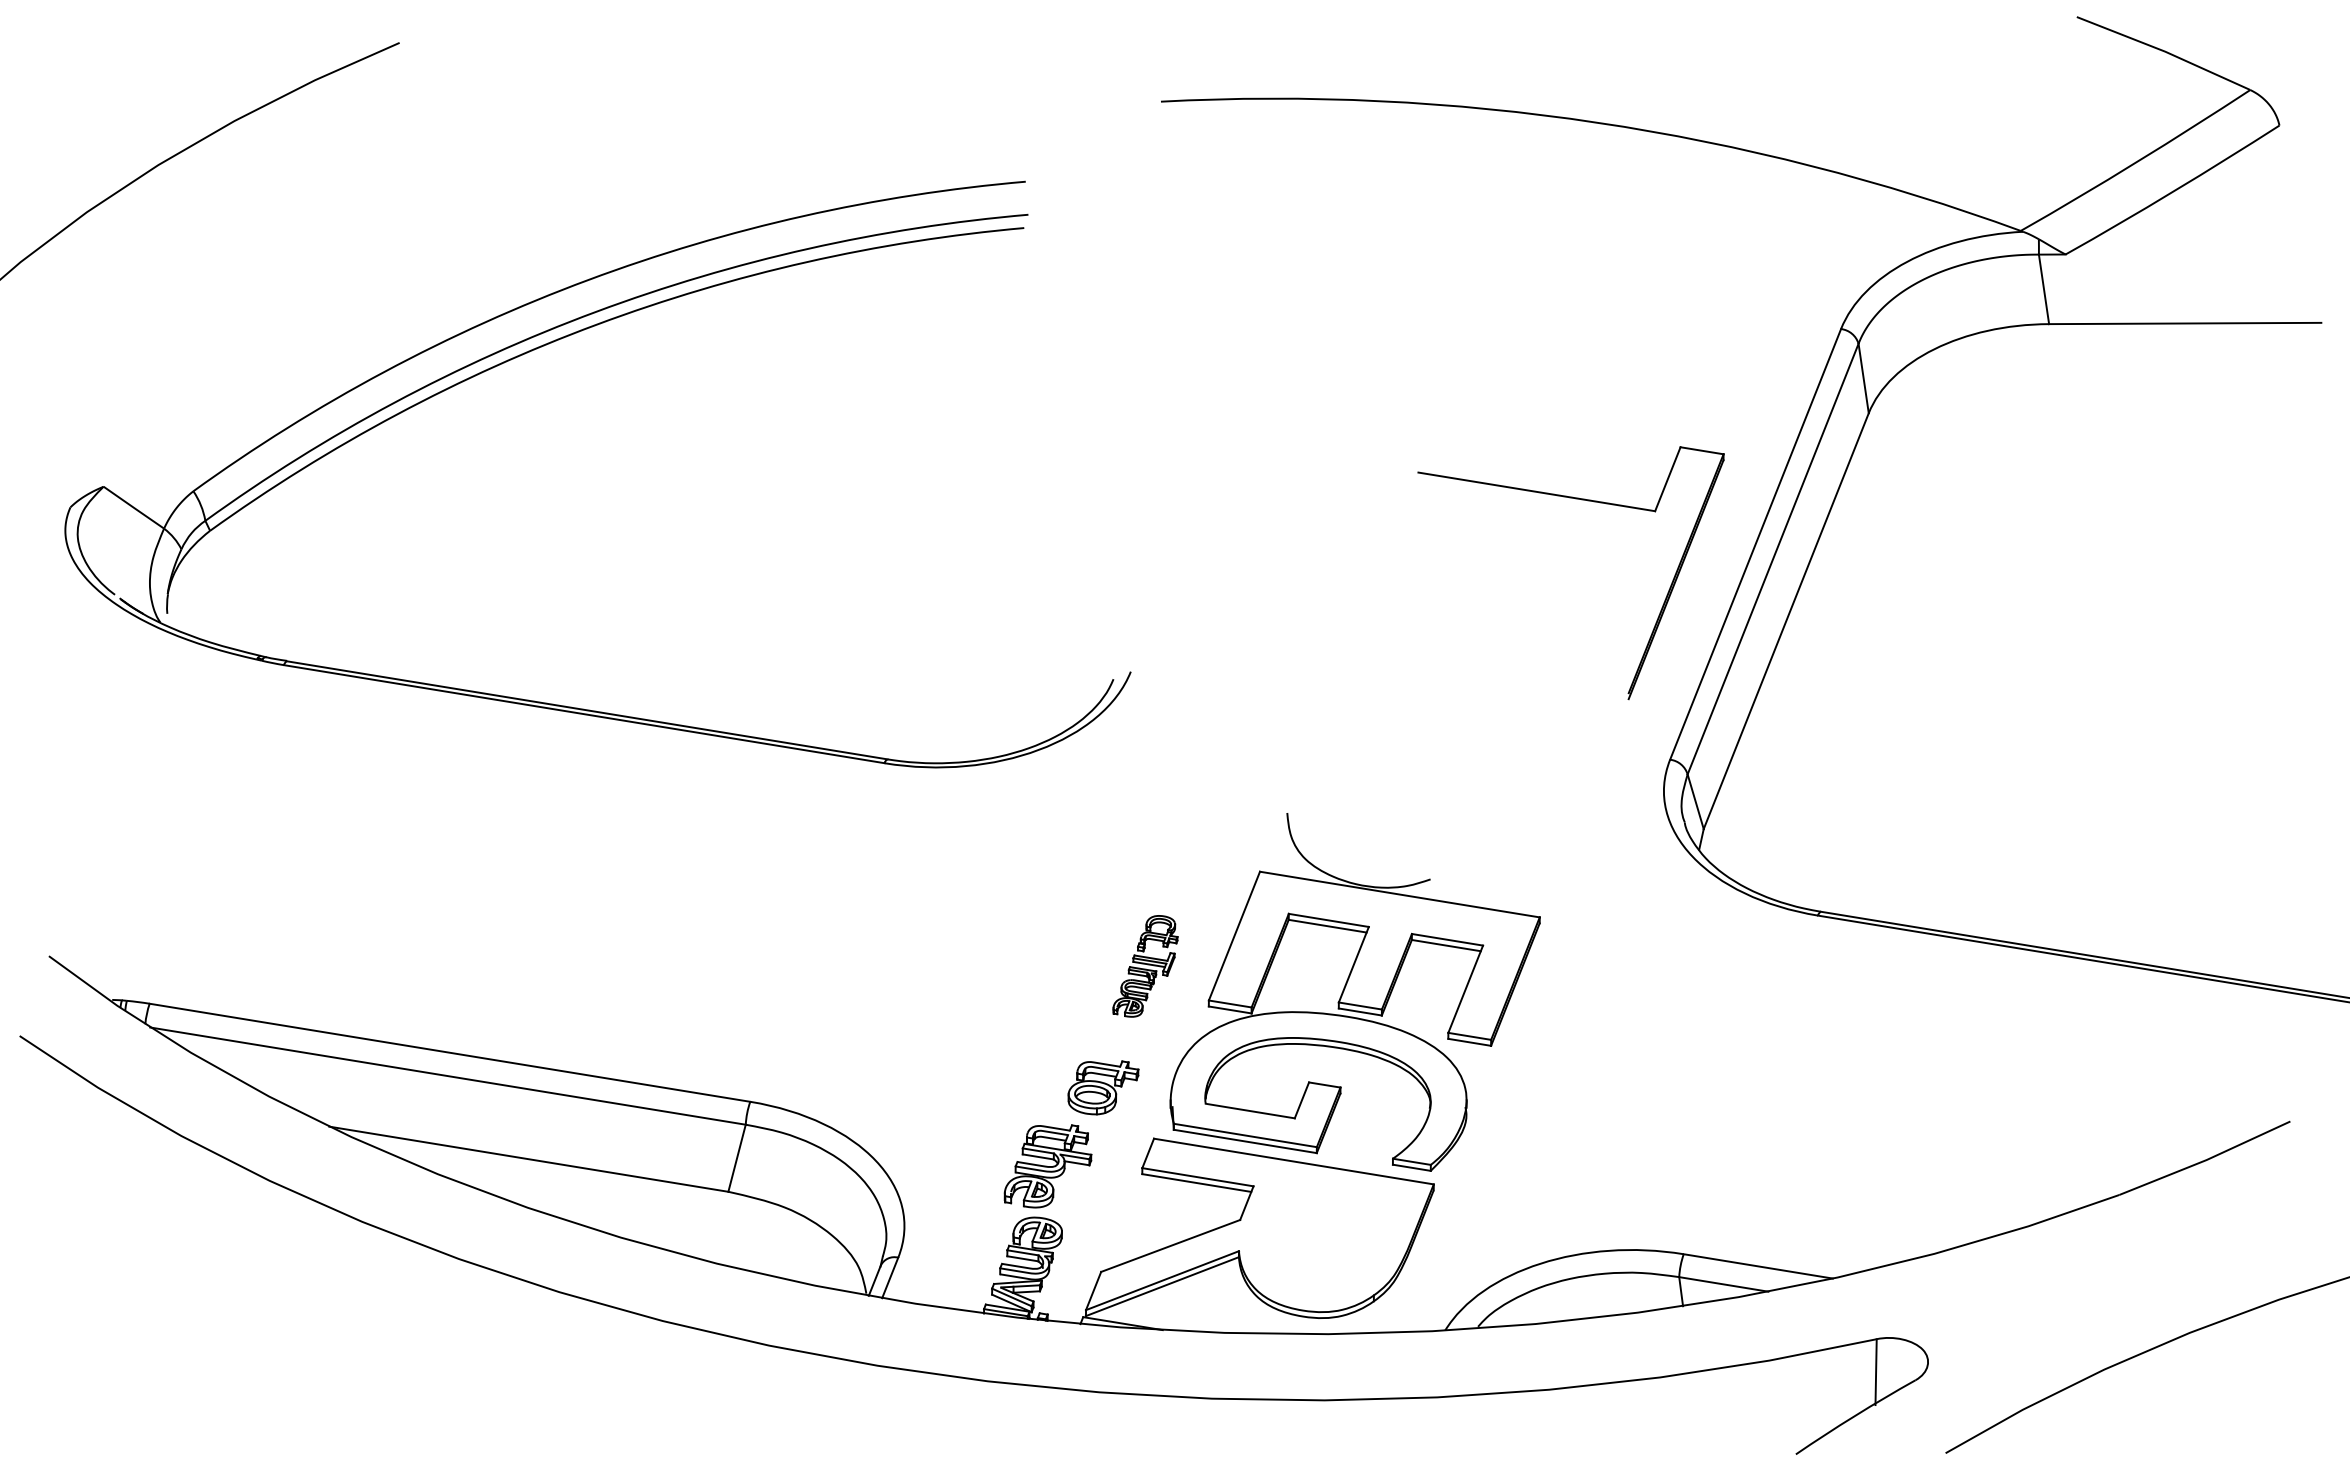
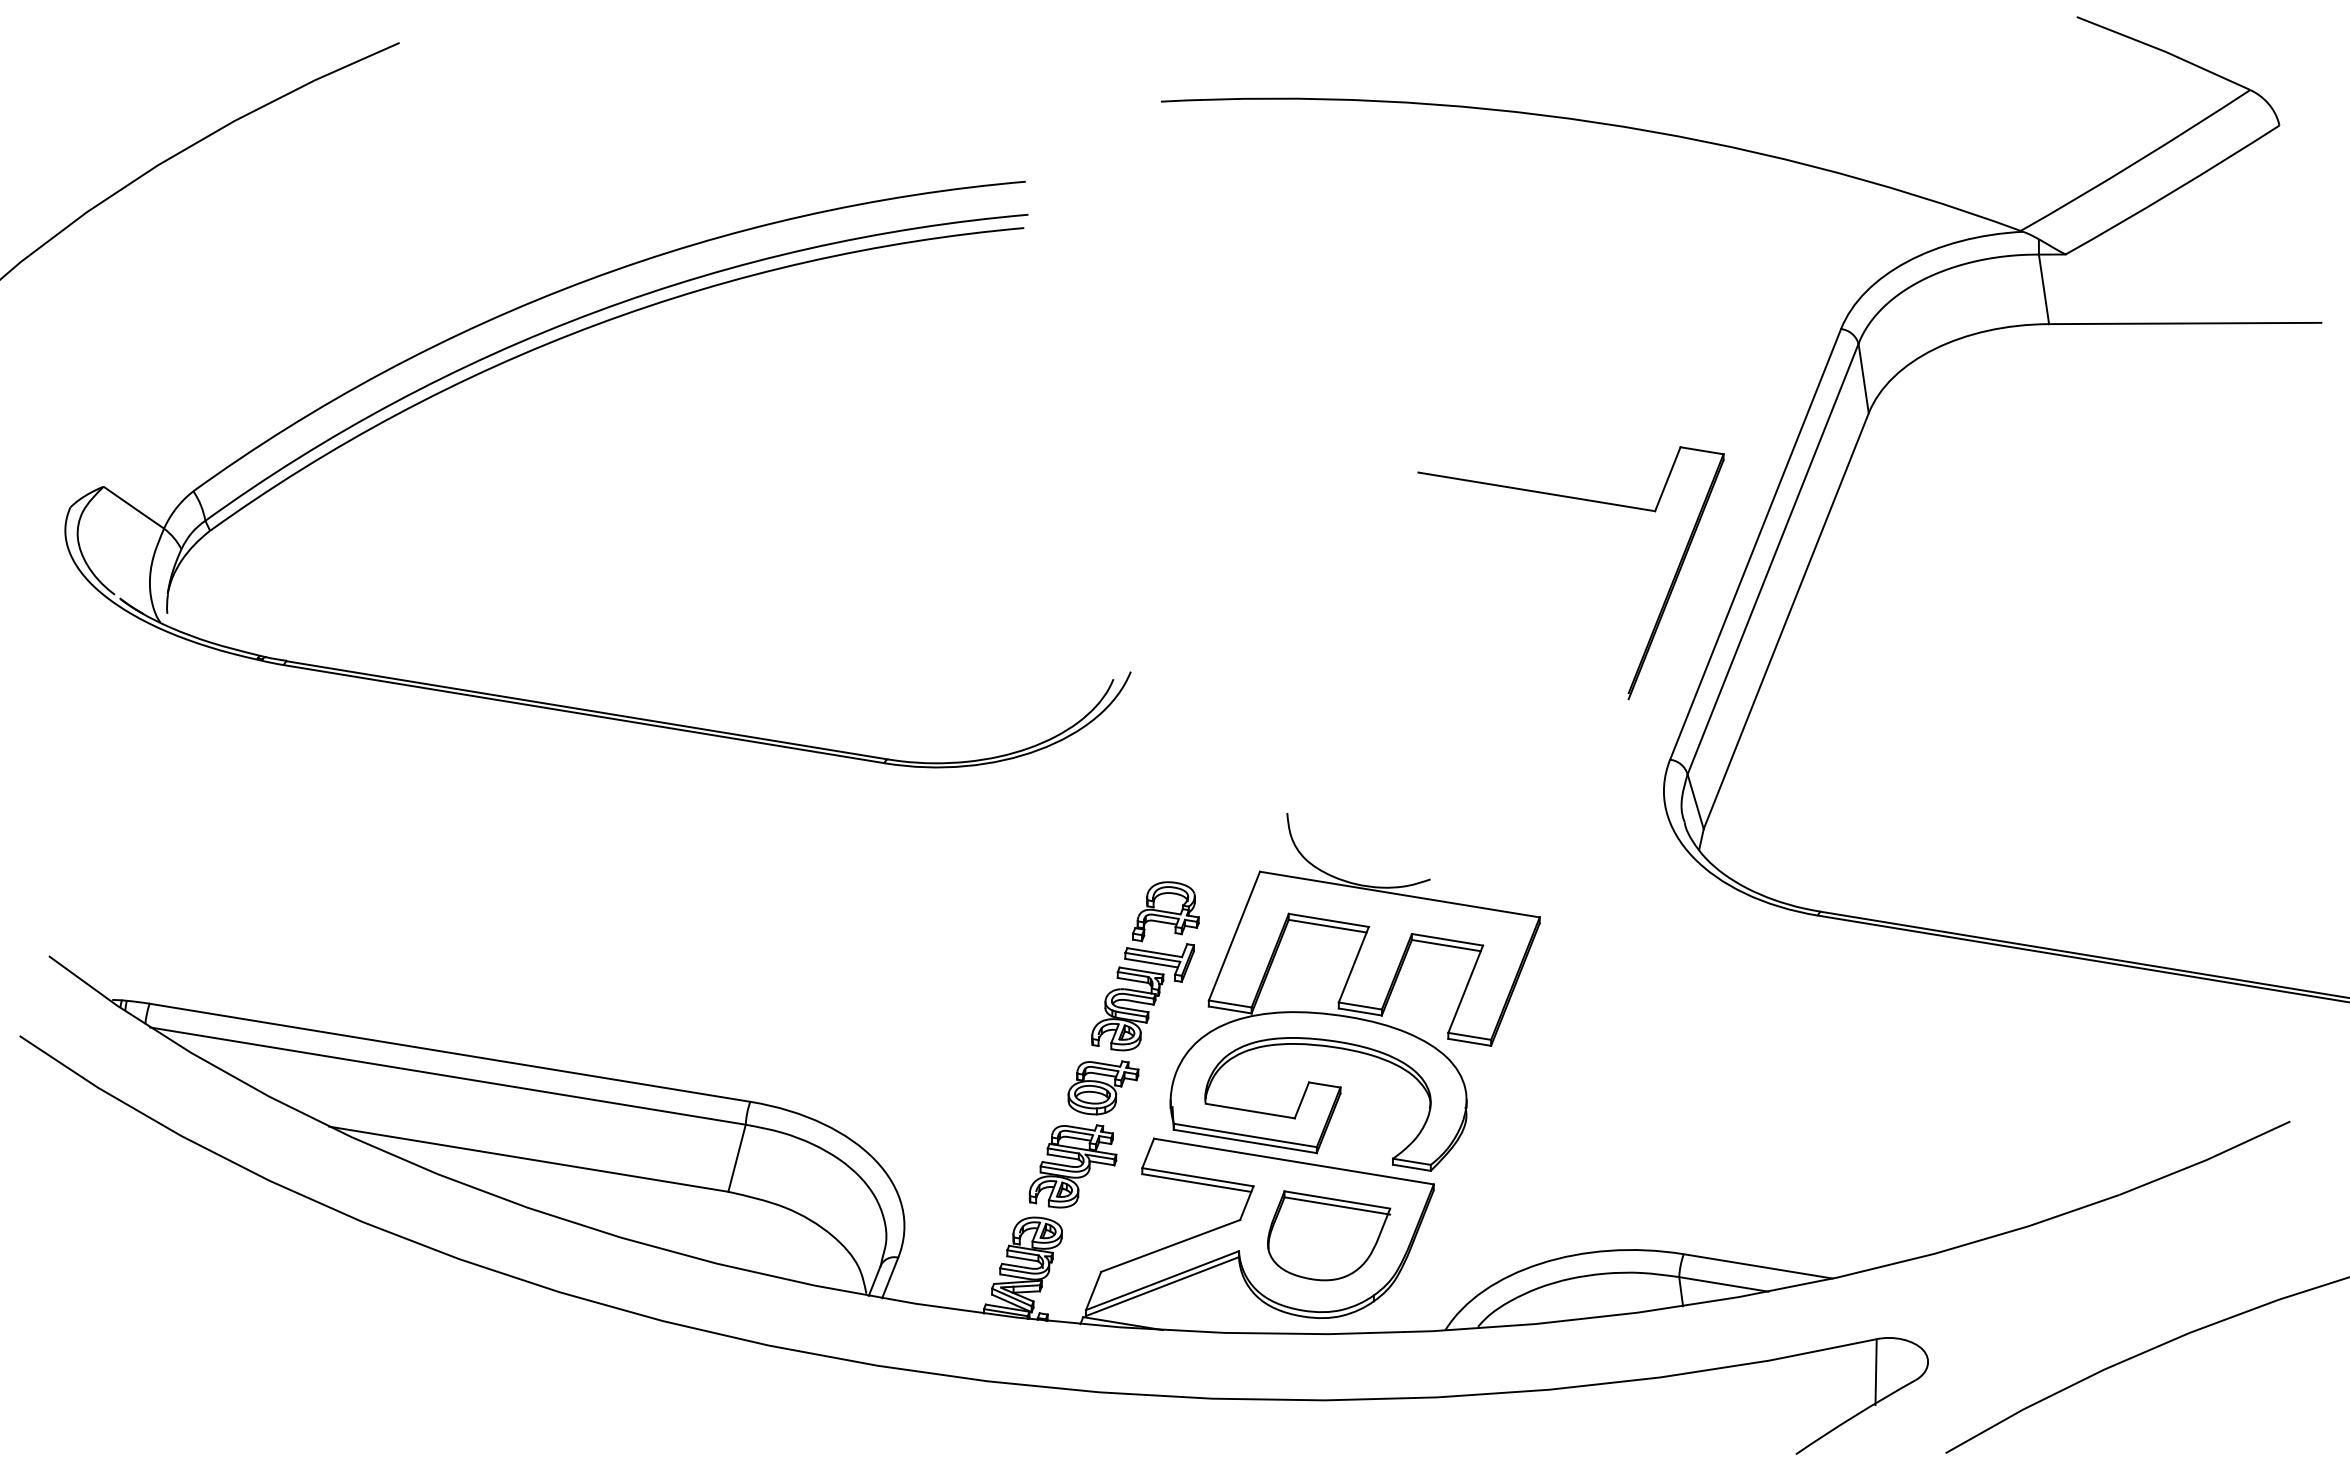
part at (1145, 966) size: 67x103 px -> 109x171 px
part at (1047, 1166) position: (1047, 1166) -> (1072, 1166)
part at (1329, 1235): none -> present
